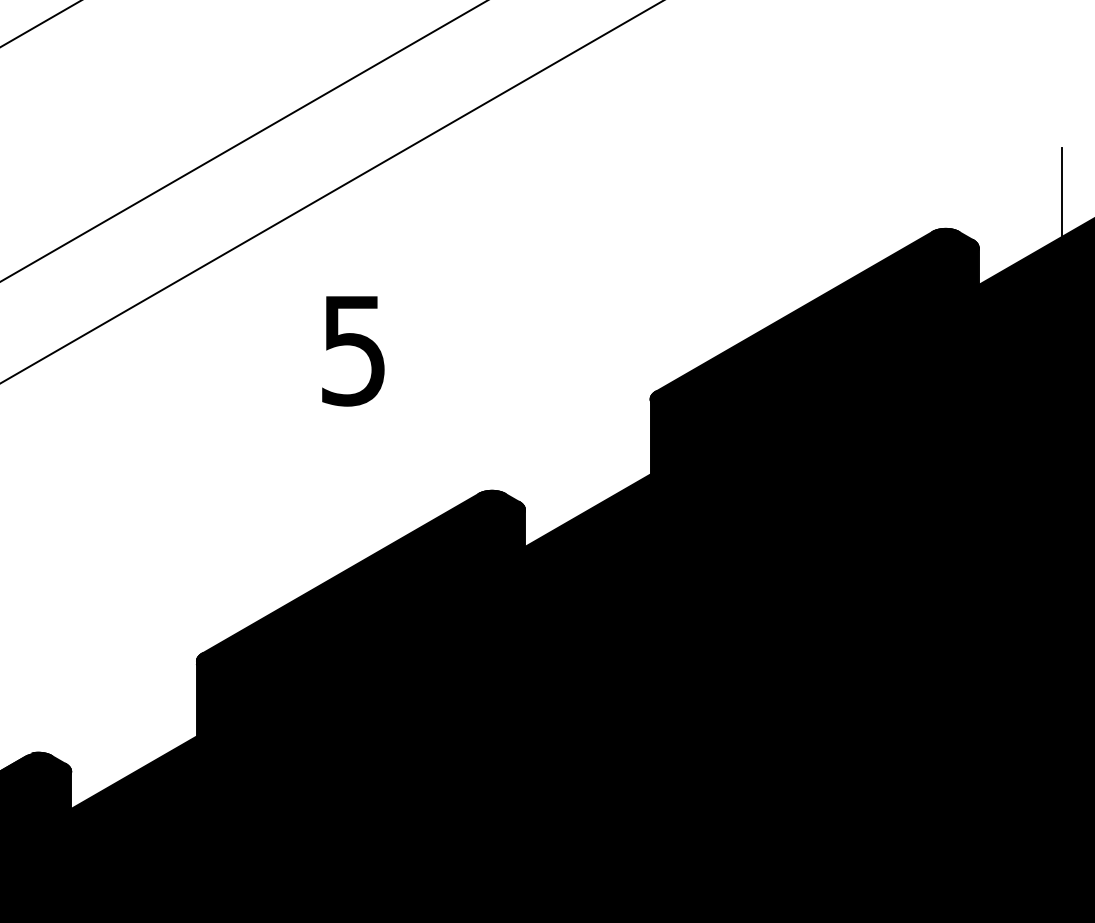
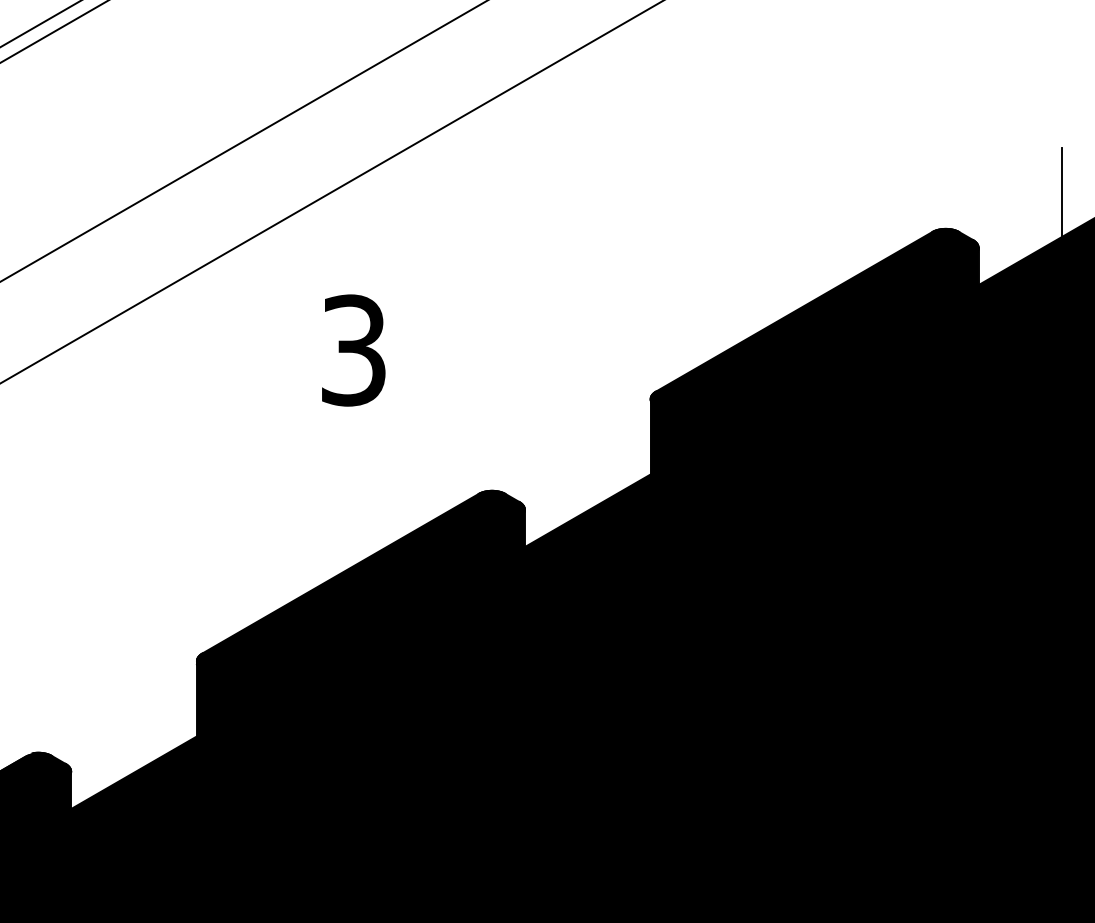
line at (53, 31): none -> present
text at (353, 350): 5 -> 3
